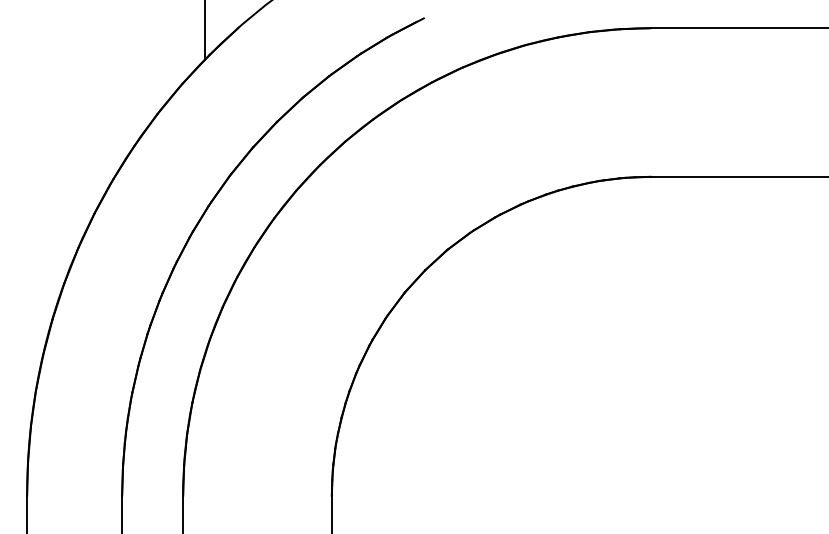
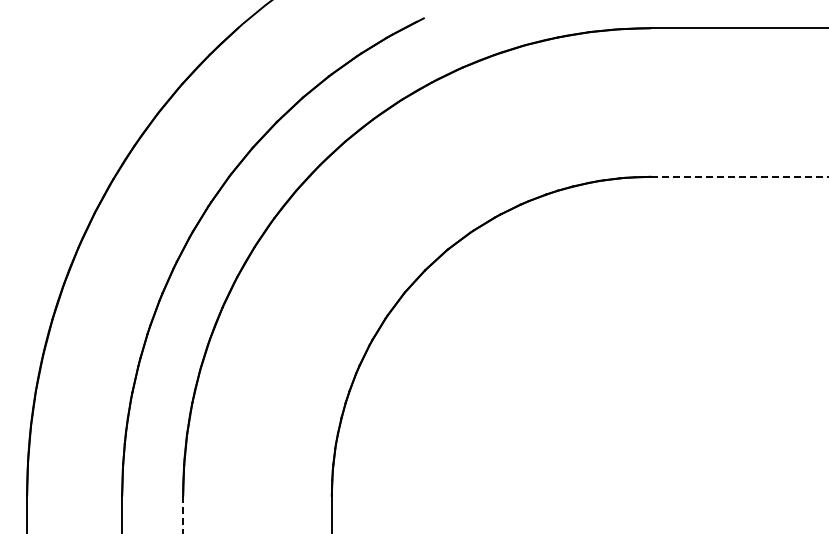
line at (204, 31): present -> none
line at (739, 176): solid -> dashed
line at (183, 514): solid -> dashed
